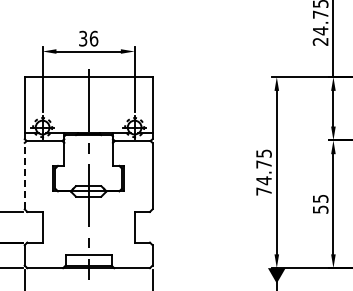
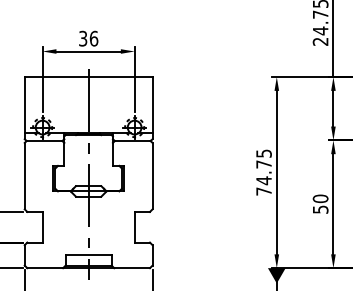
line at (24, 175): dashed -> solid
text at (320, 198): 55 -> 50
